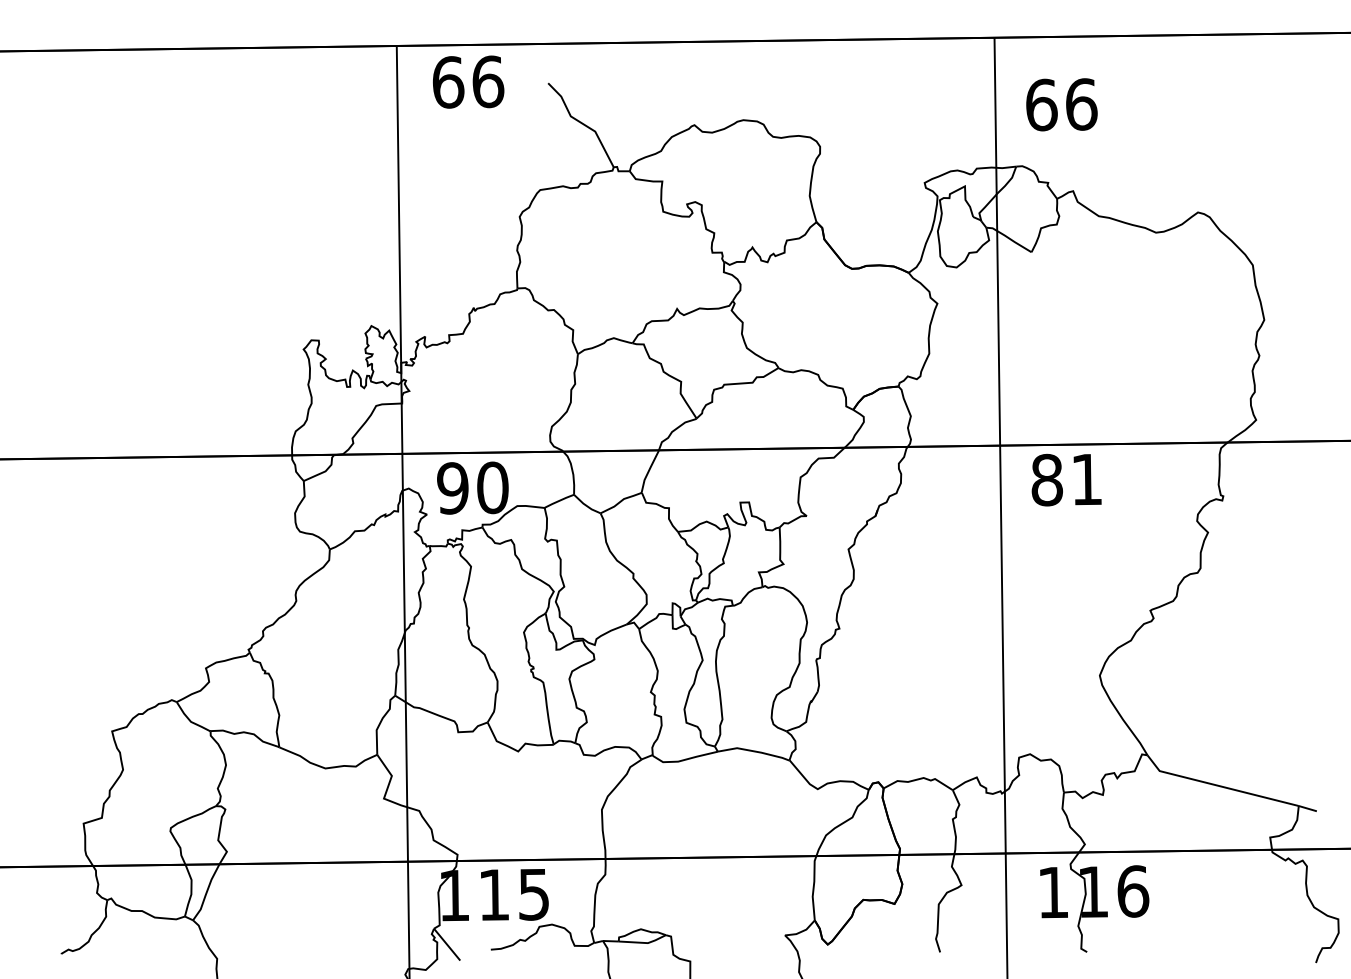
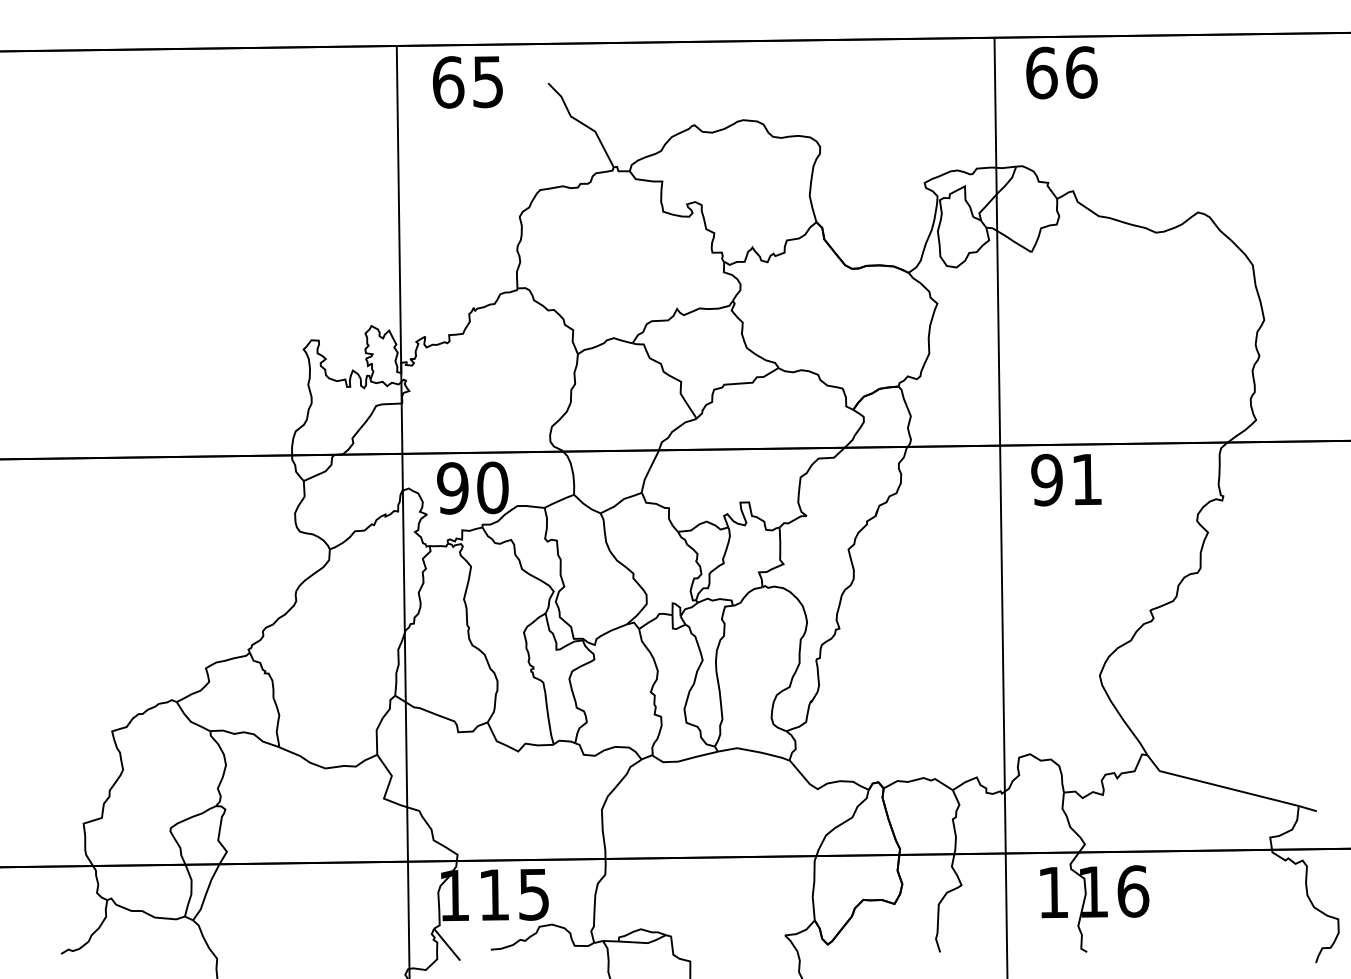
text at (488, 81): 66 -> 65
text at (1061, 104) position: (1061, 104) -> (1061, 72)
text at (1046, 480): 81 -> 91
